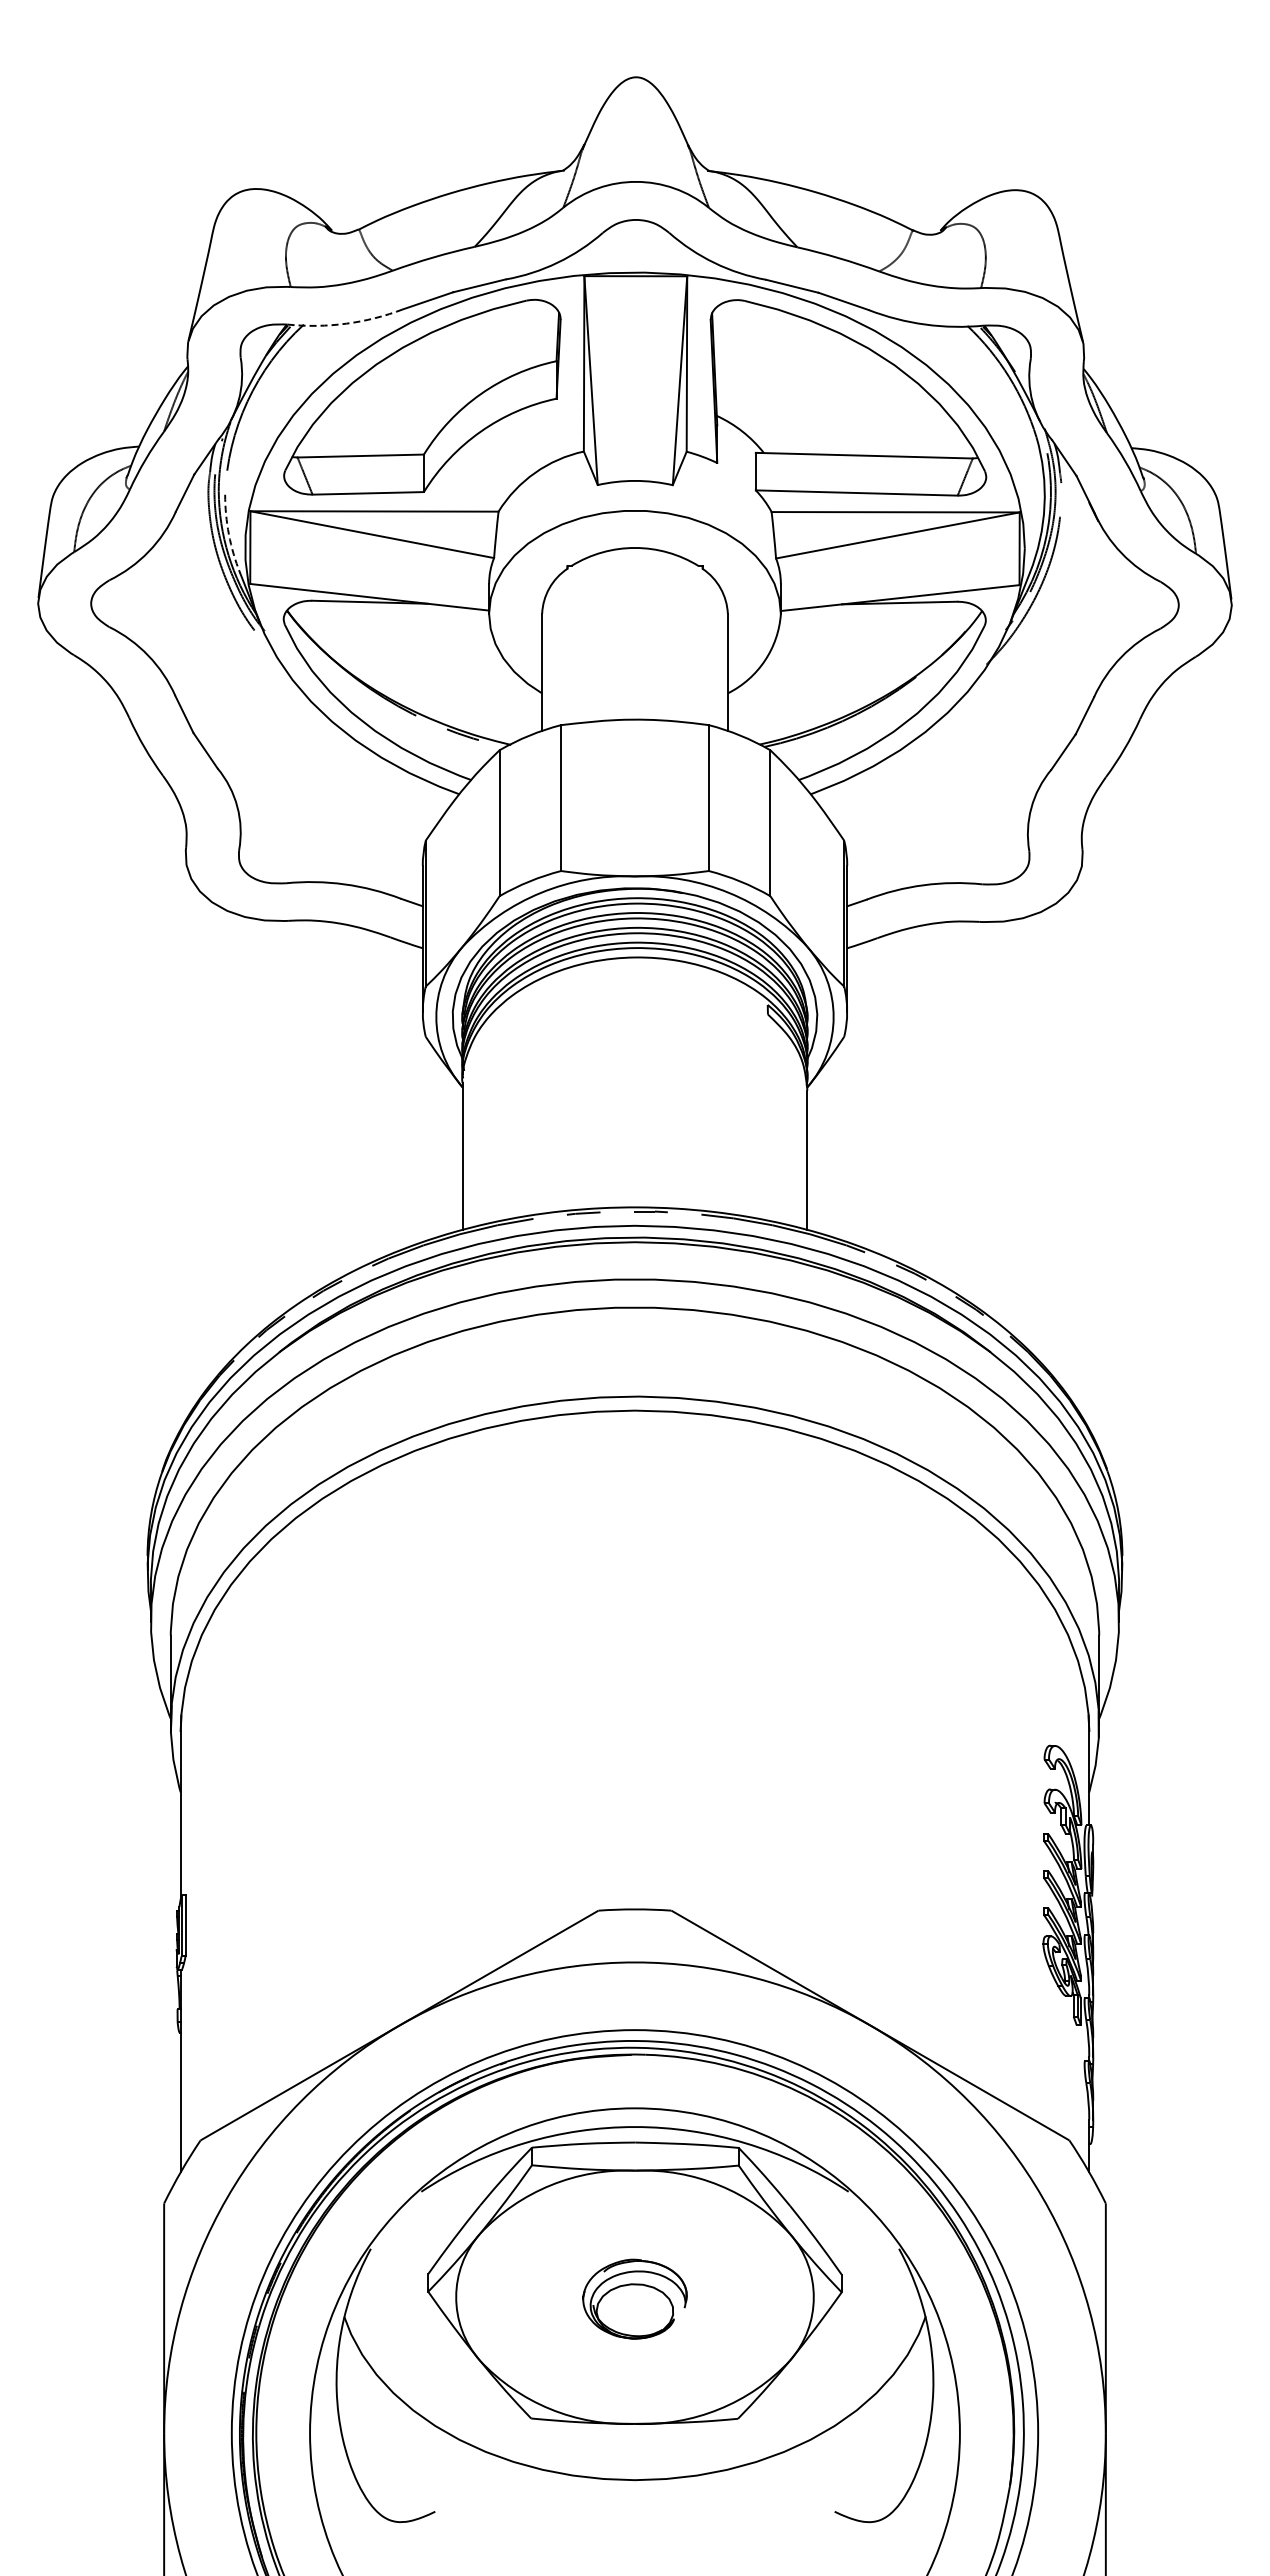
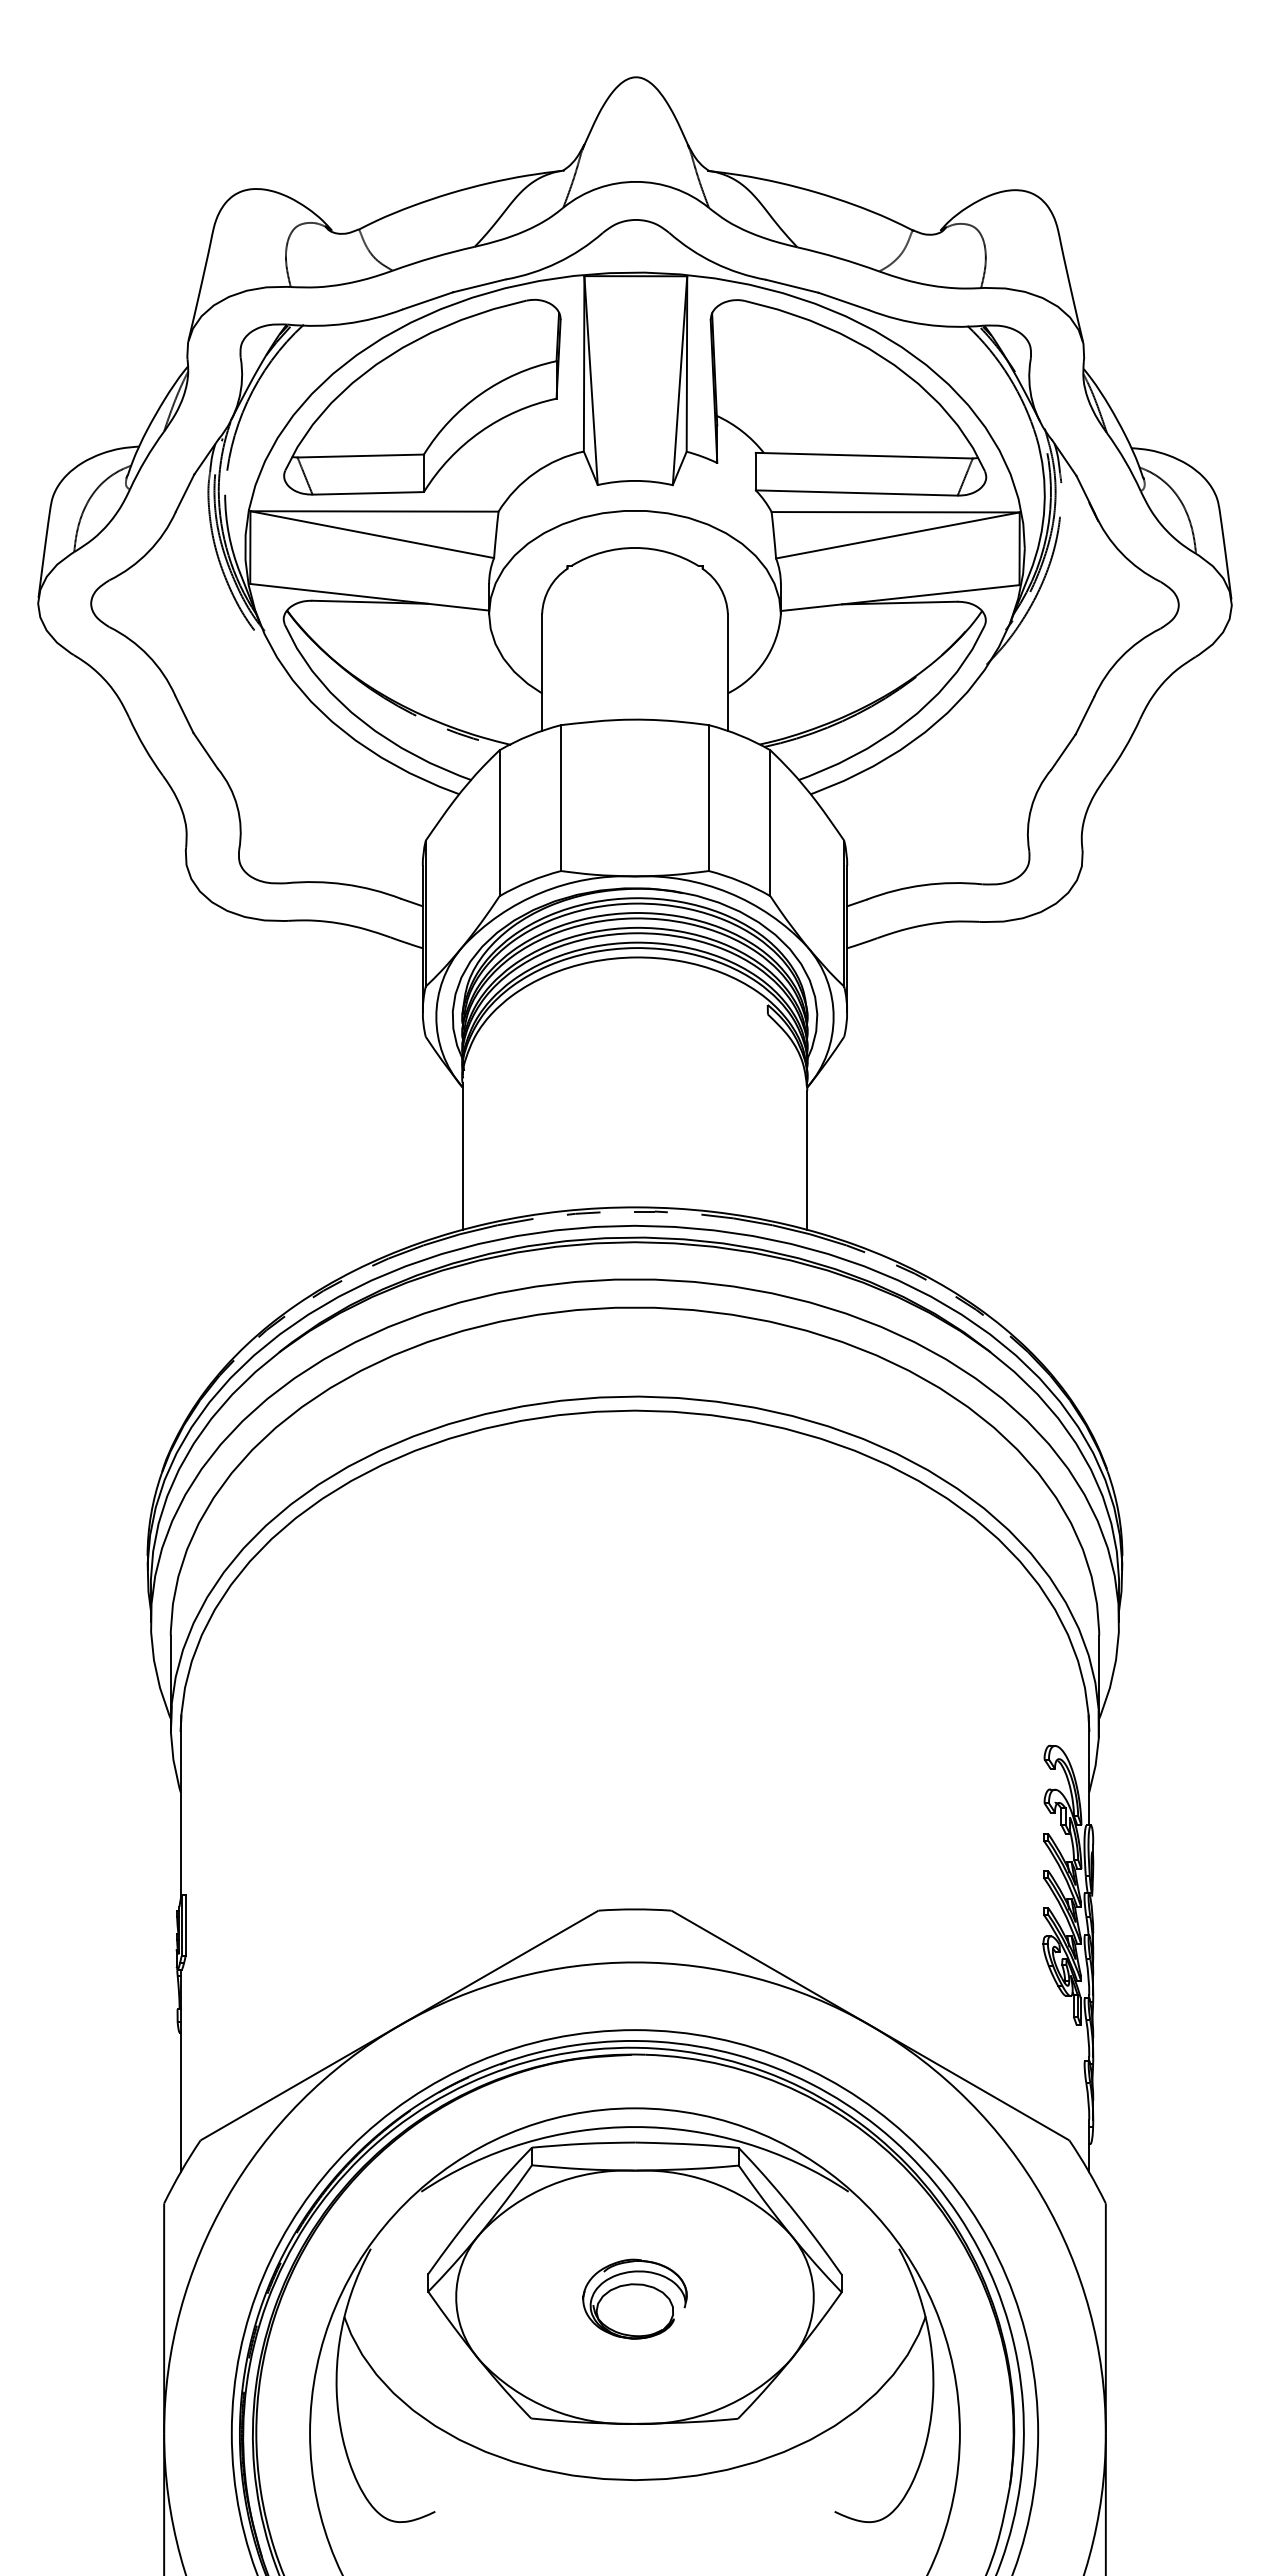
arc at (346, 323): dashed -> solid
arc at (228, 534): dashed -> solid
